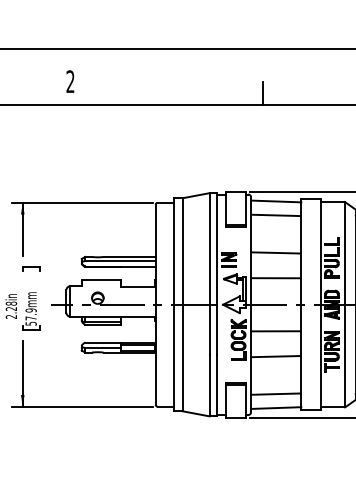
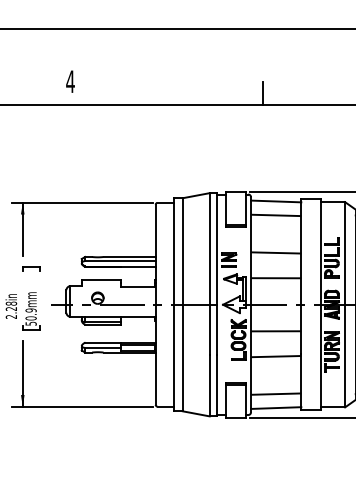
line at (177, 48) position: (177, 48) -> (177, 28)
text at (70, 81): 2 -> 4
text at (30, 318): 57.9mm -> 50.9mm
